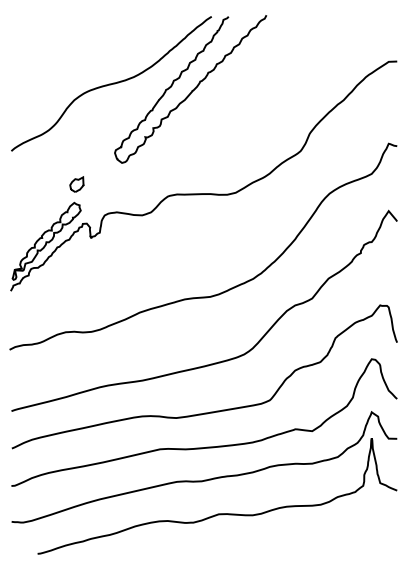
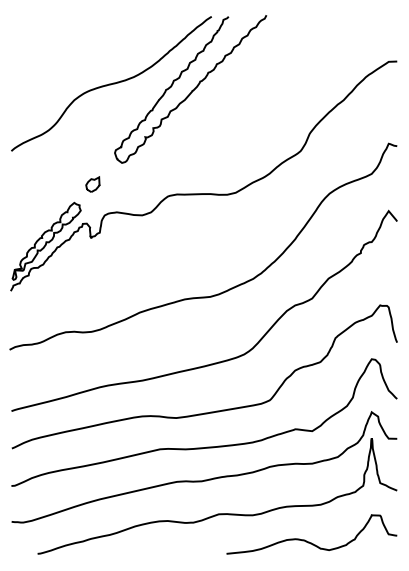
part at (76, 184) position: (76, 184) -> (92, 184)
curve at (309, 541): none -> present
